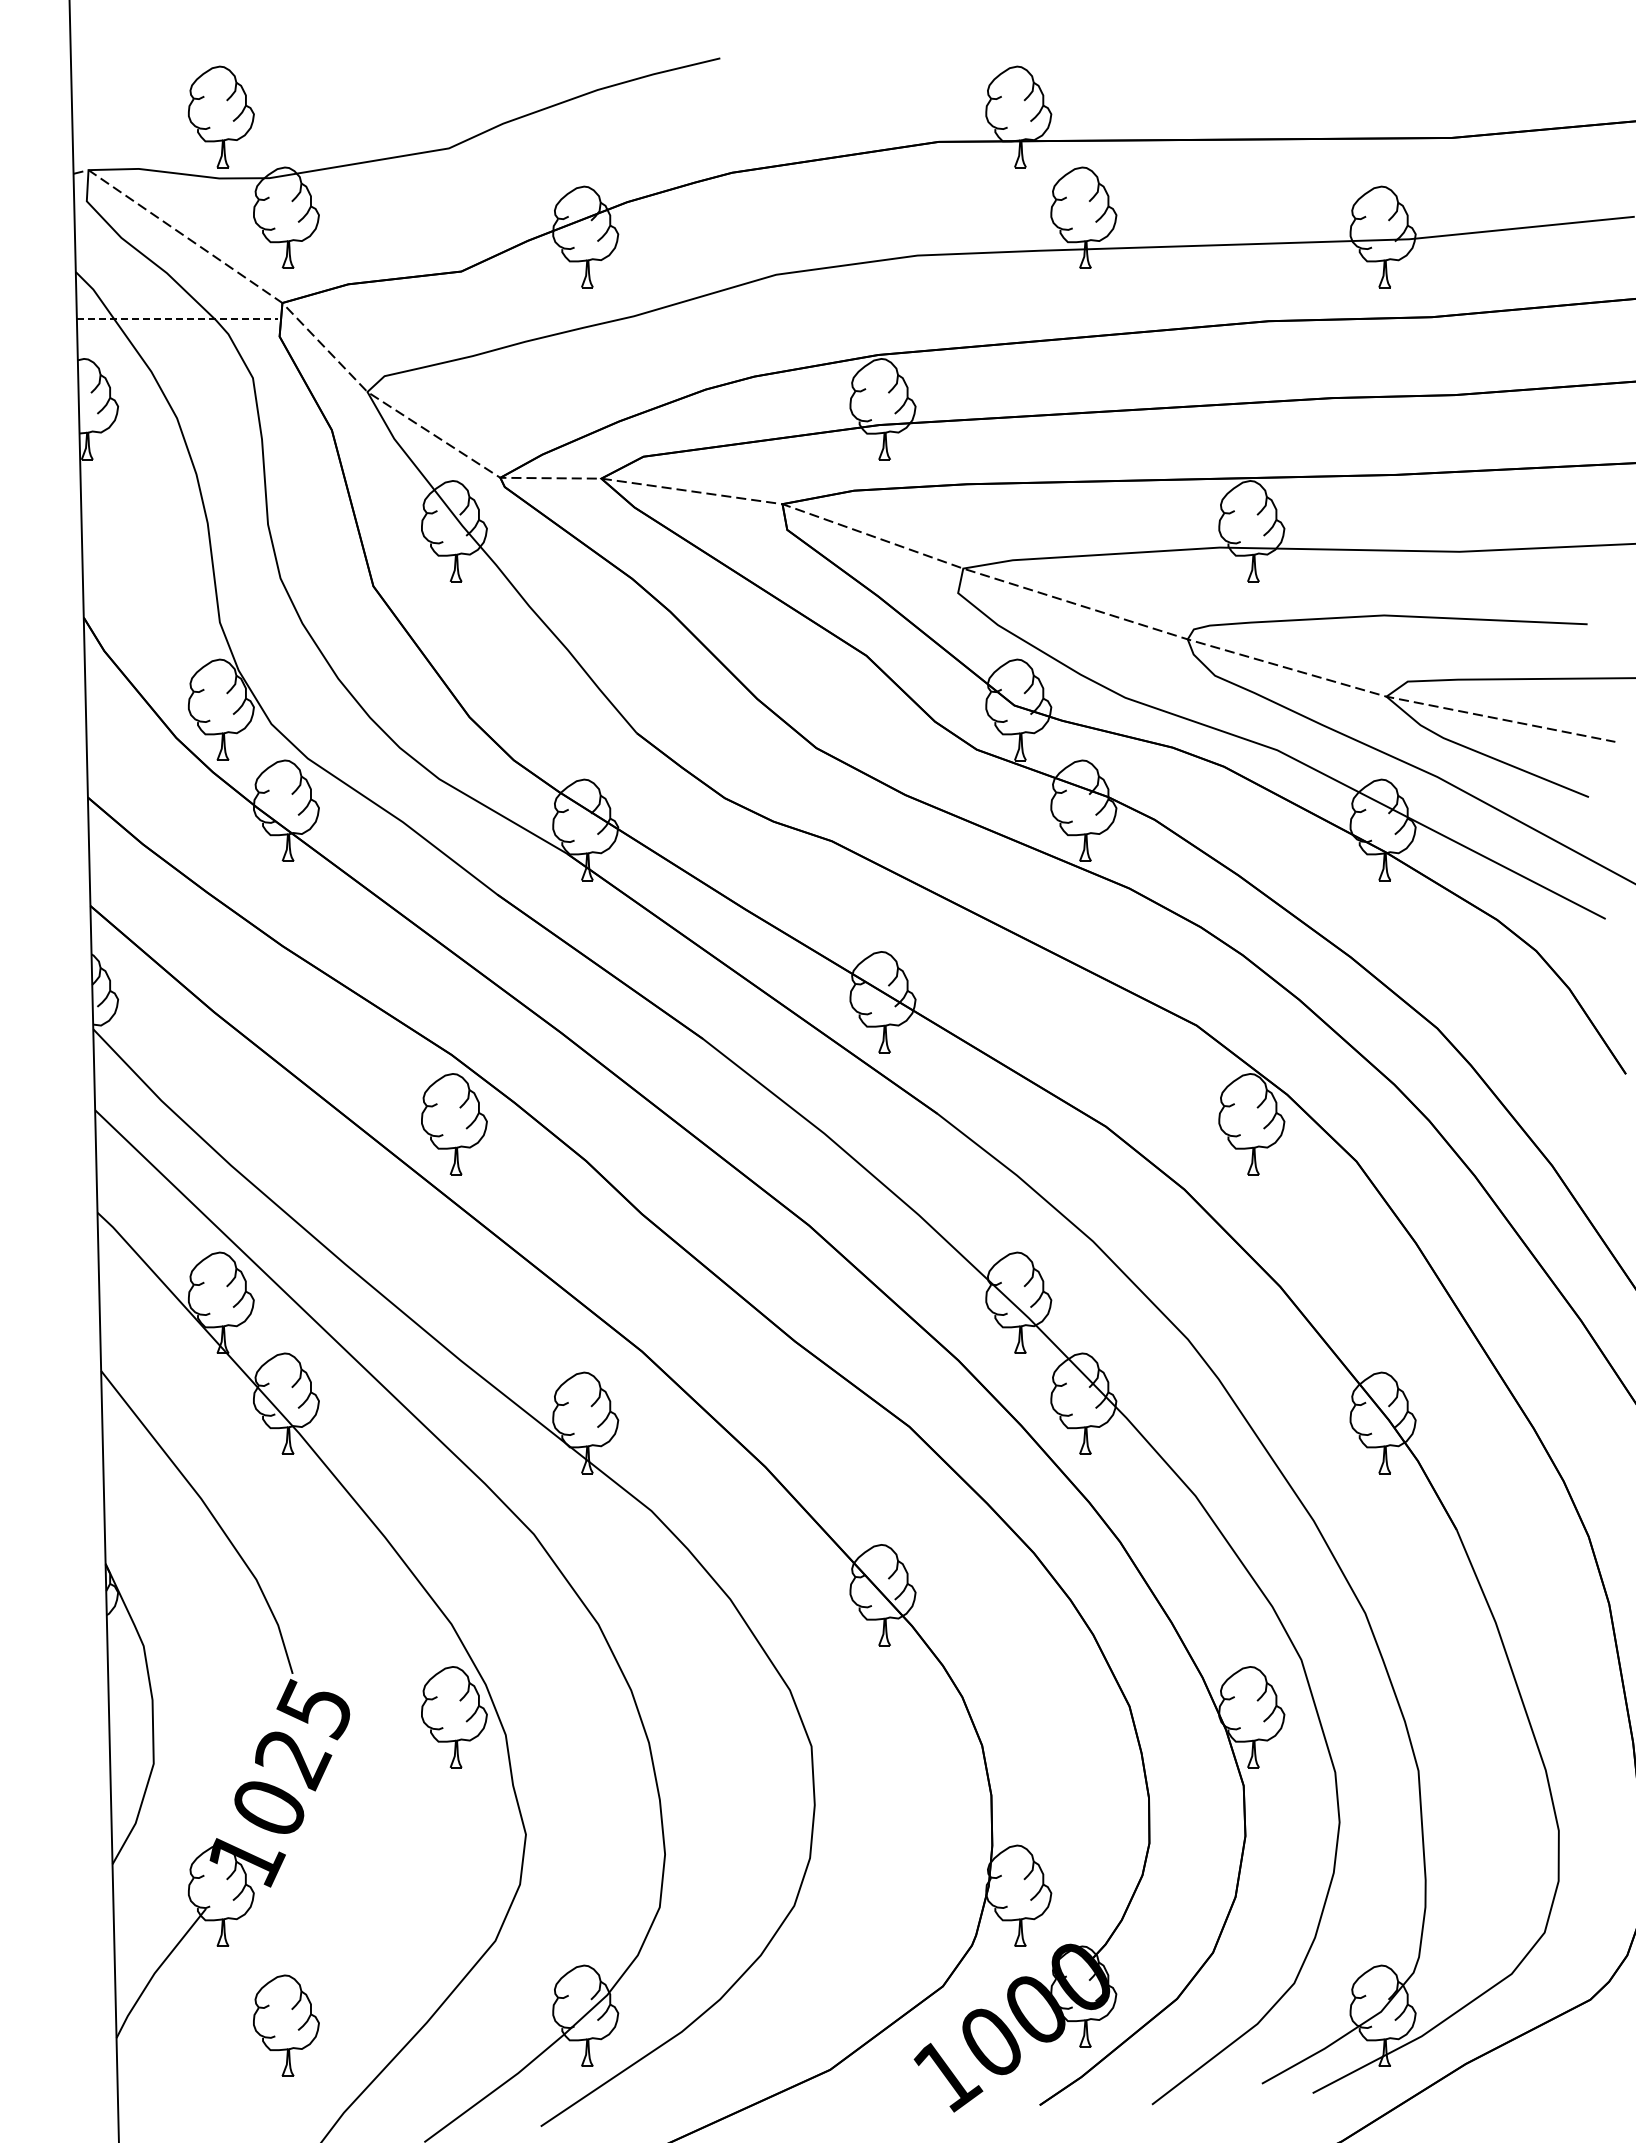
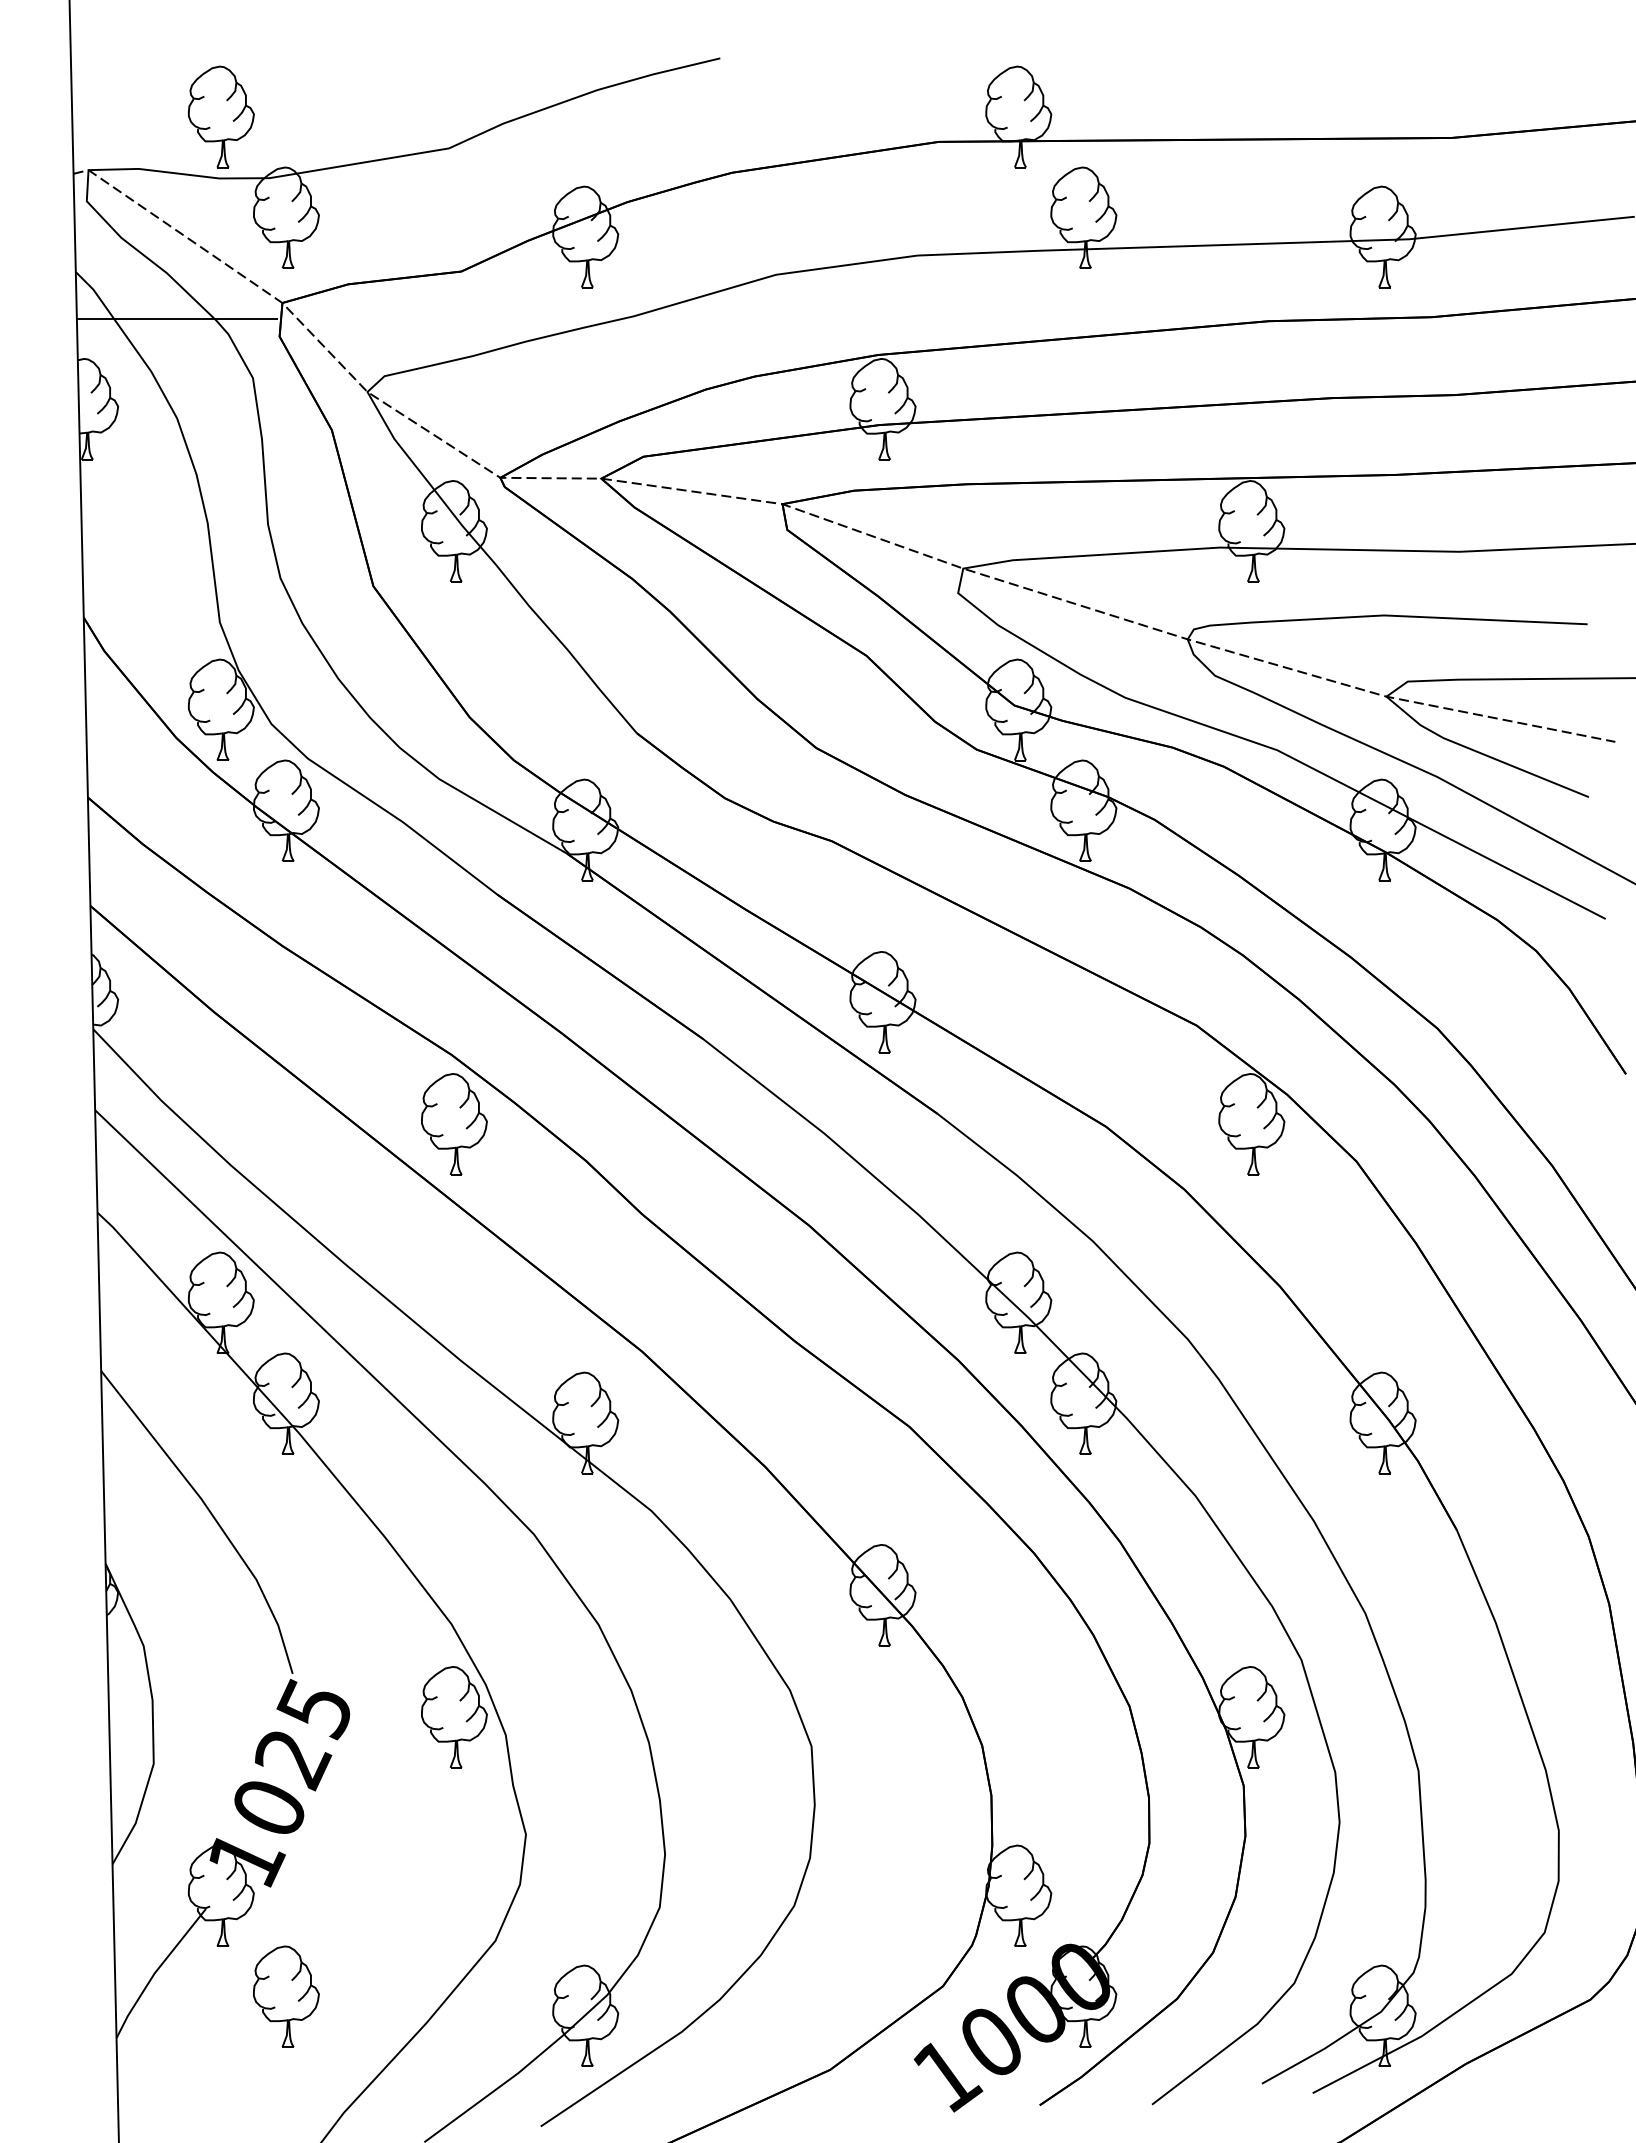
line at (177, 318): dashed -> solid
part at (286, 2025) position: (286, 2025) -> (286, 1996)
